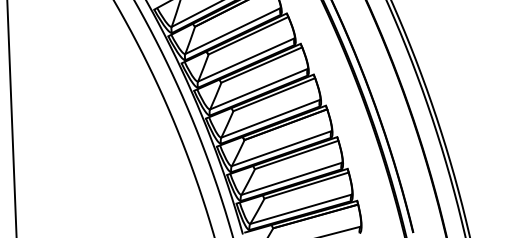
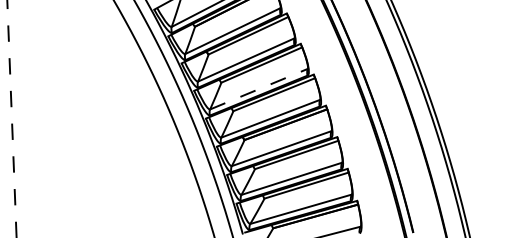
line at (258, 89): solid -> dashed
line at (11, 119): solid -> dashed
